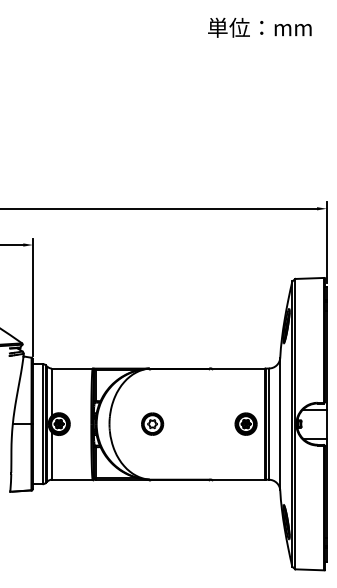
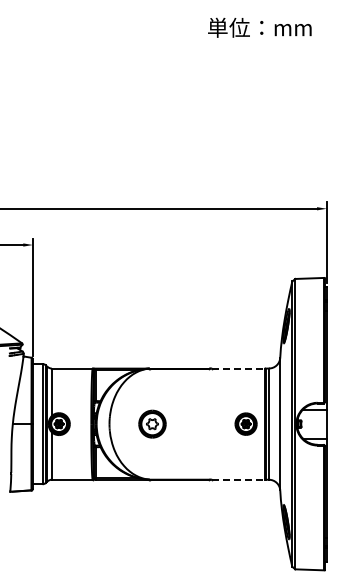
line at (239, 368): solid -> dashed
part at (152, 423) size: 24x24 px -> 29x30 px
line at (239, 479): solid -> dashed
